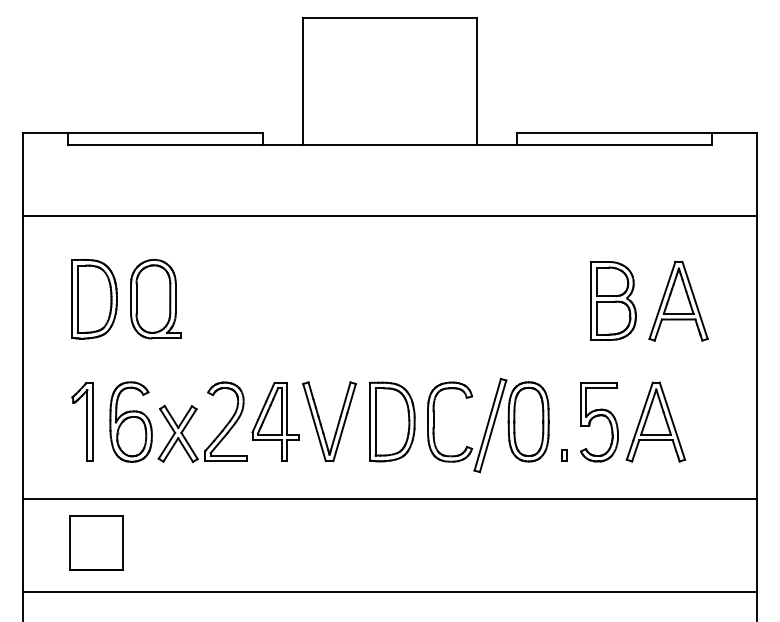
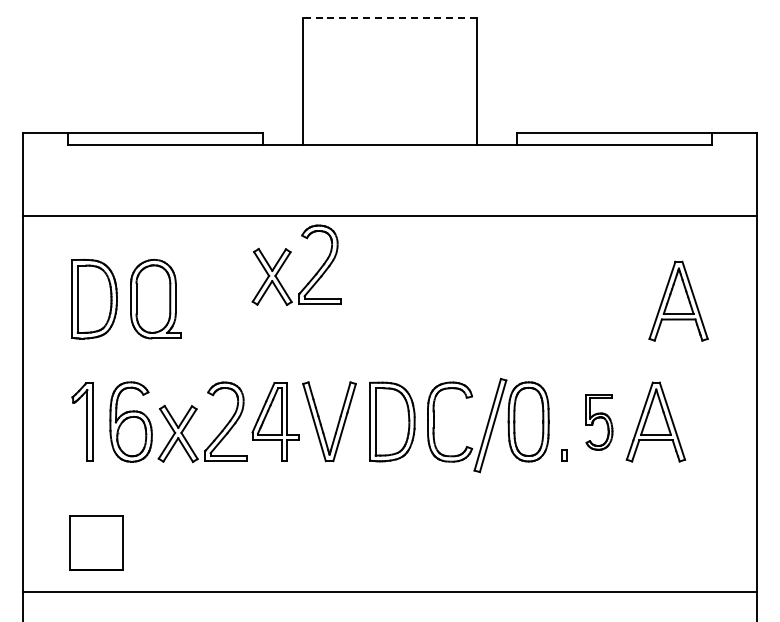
line at (389, 18): solid -> dashed
part at (287, 259): none -> present
part at (613, 300): present -> none
part at (599, 422) size: 39x81 px -> 29x57 px
line at (389, 498): present -> none
